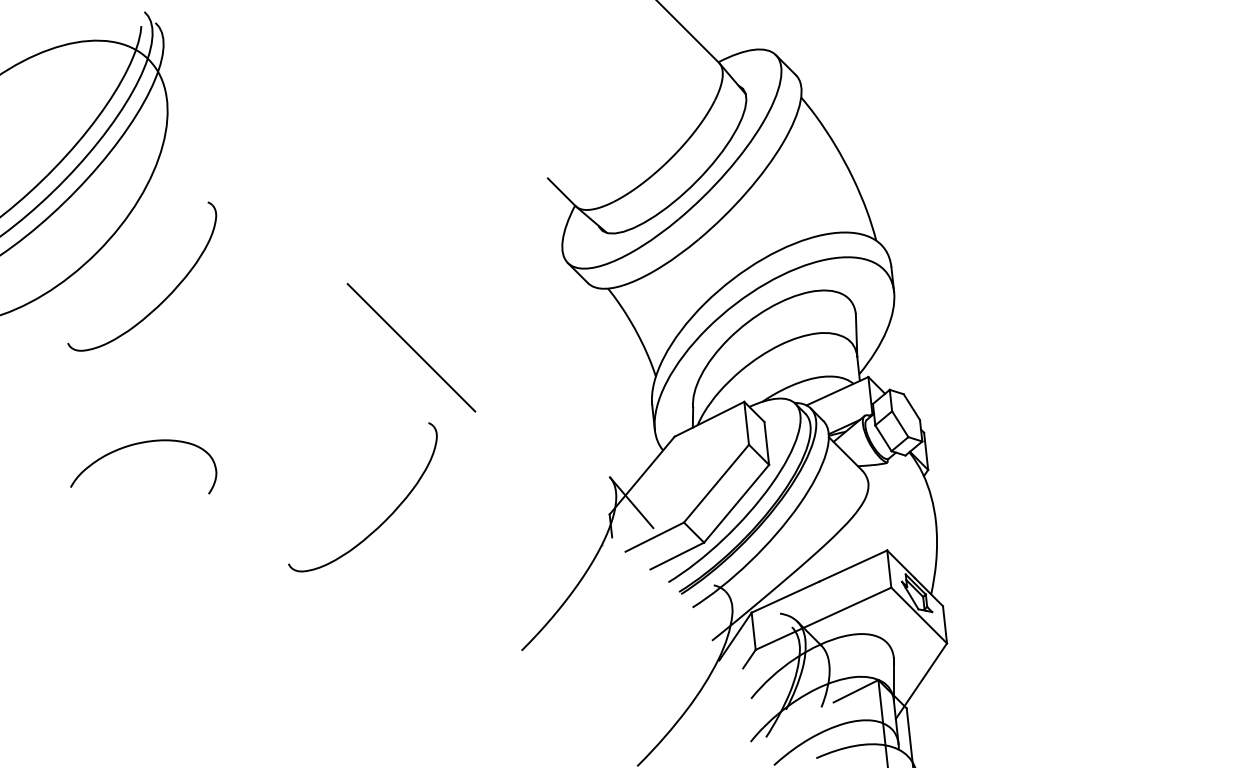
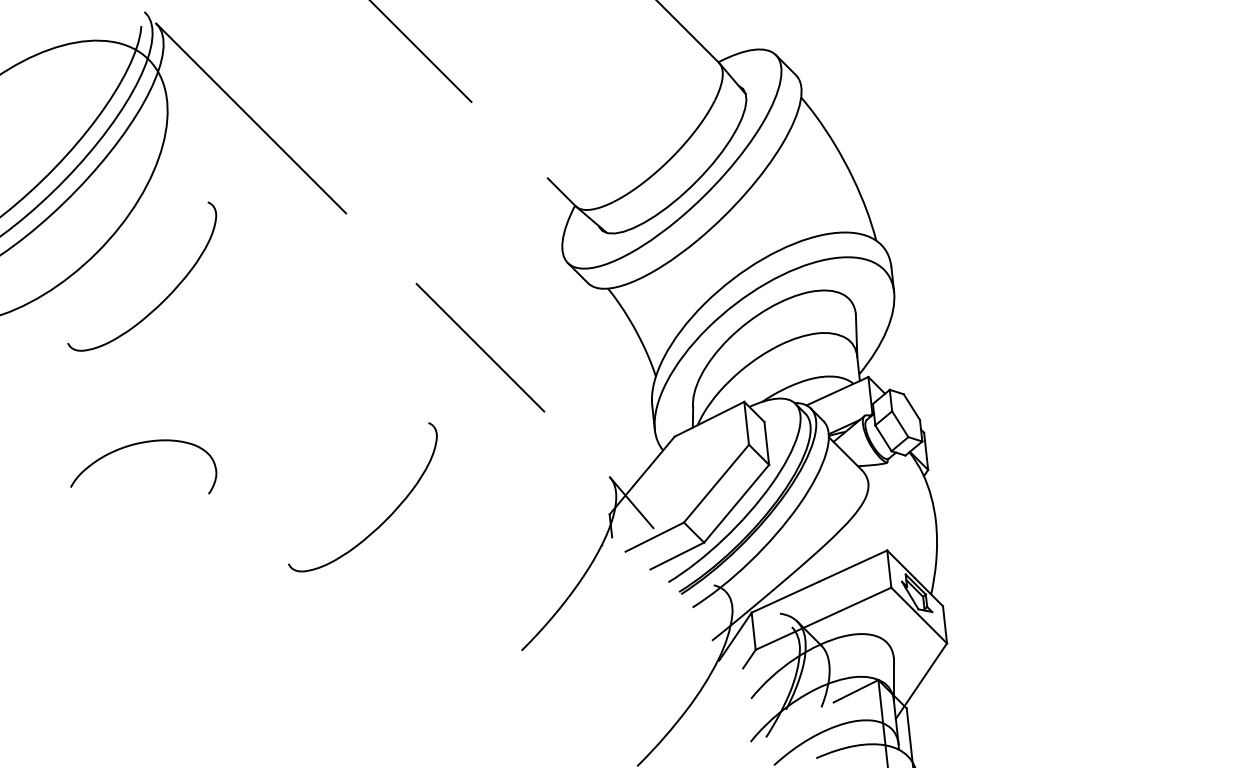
line at (421, 51): none -> present
line at (251, 118): none -> present
line at (411, 347) position: (411, 347) -> (480, 347)
